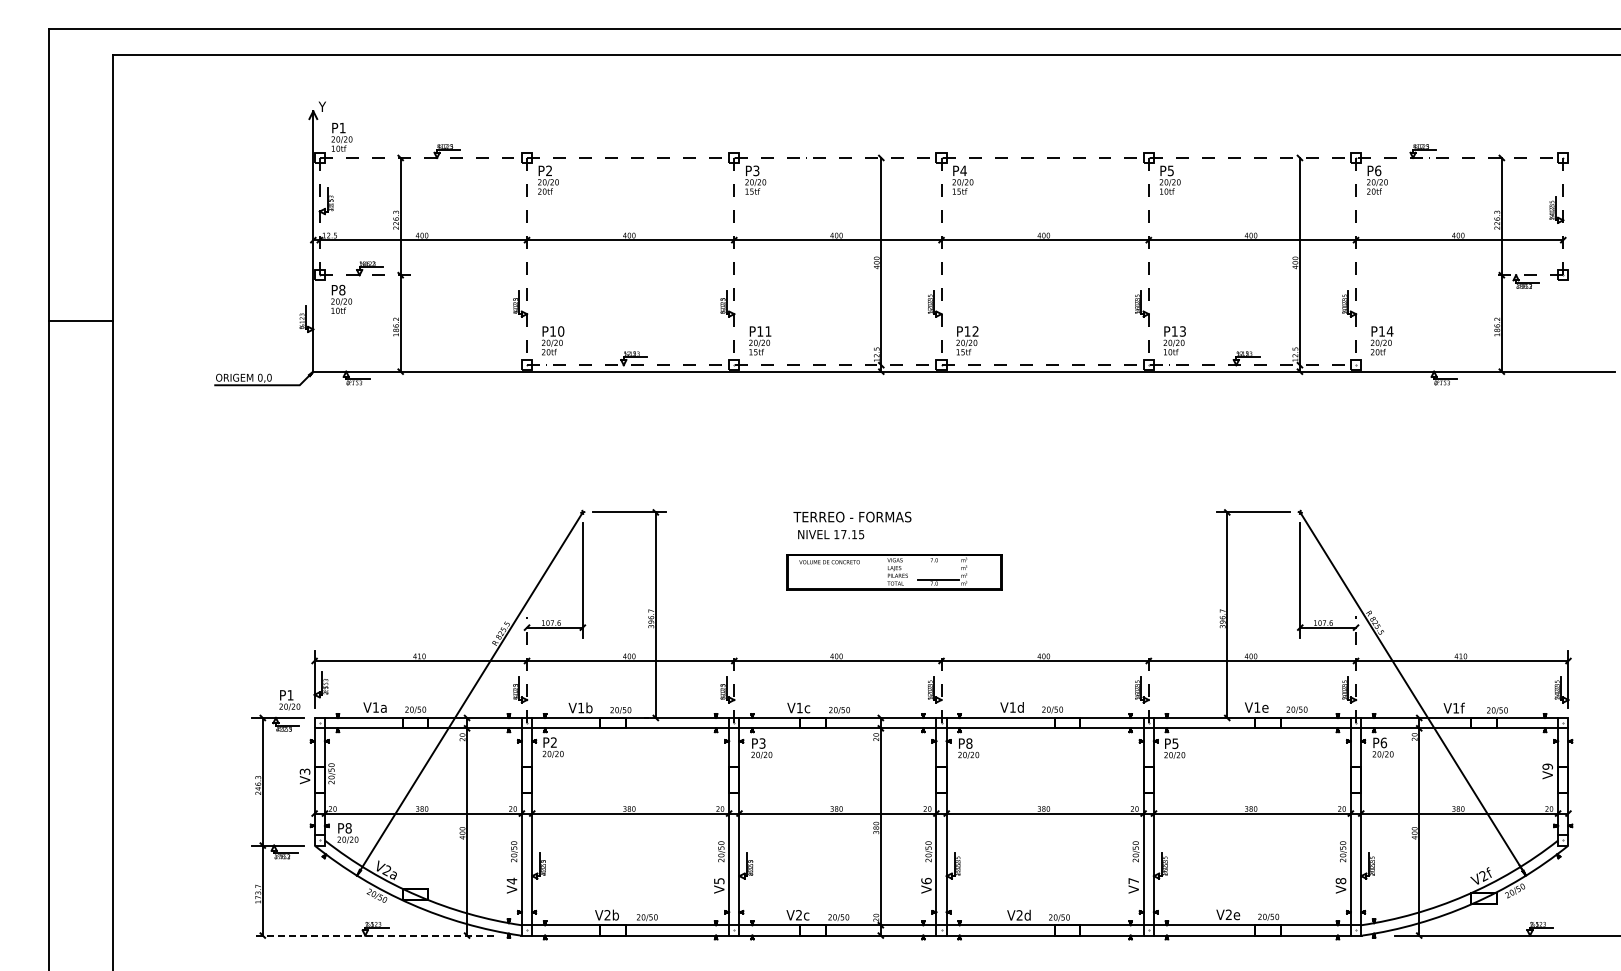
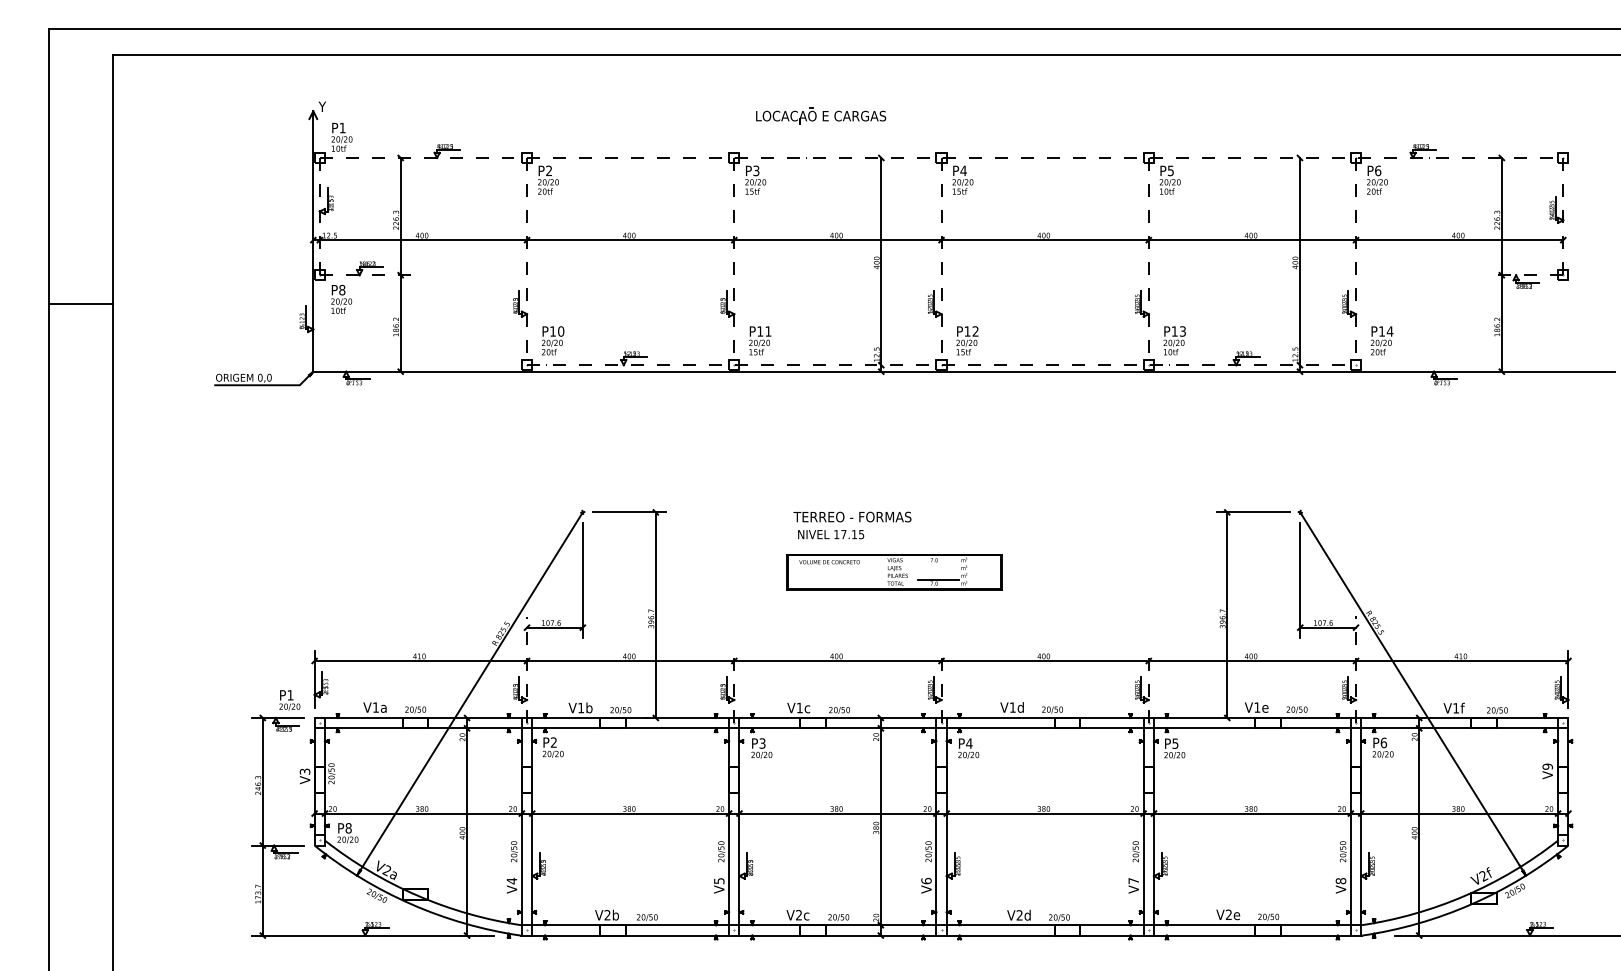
part at (821, 115): none -> present
line at (80, 320) position: (80, 320) -> (80, 303)
text at (969, 743): P8 -> P4
line at (373, 935): dashed -> solid
